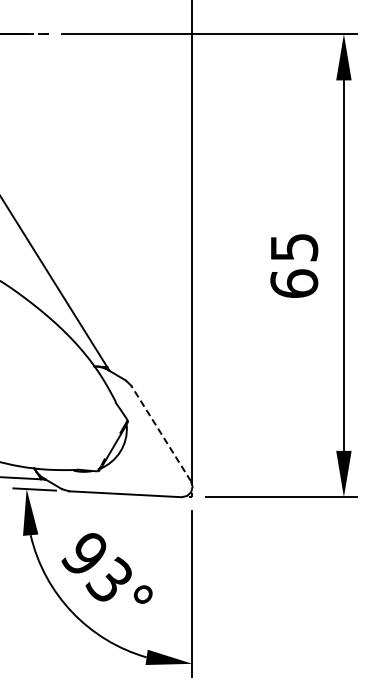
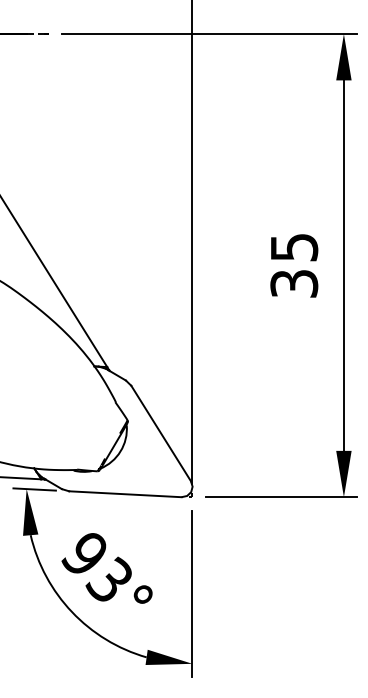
text at (294, 283): 65 -> 35
line at (160, 433): dashed -> solid
